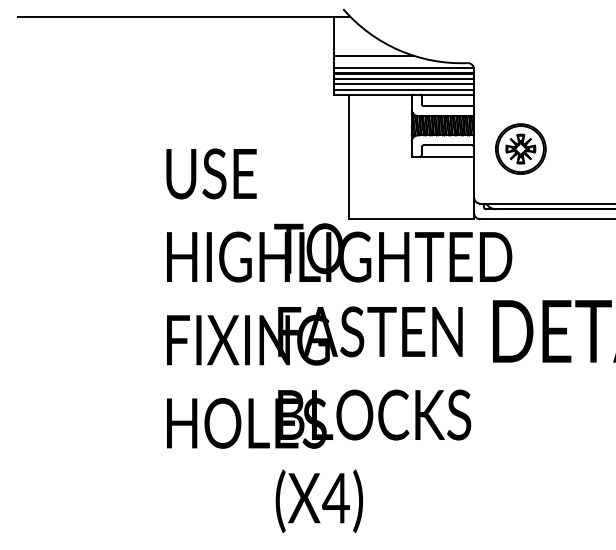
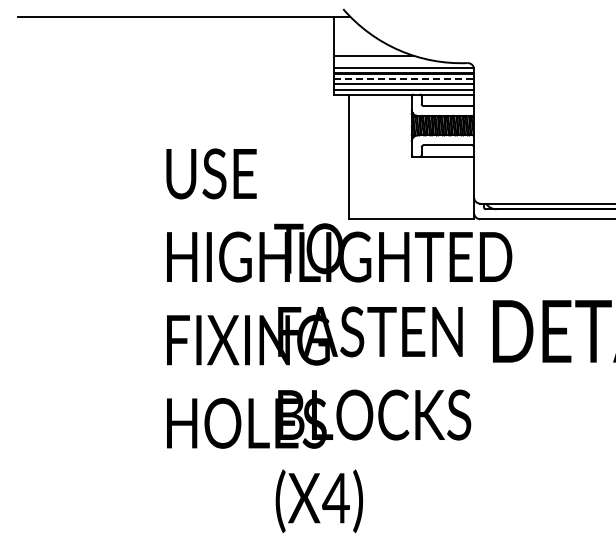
line at (404, 78): solid -> dashed
part at (520, 148): present -> none
